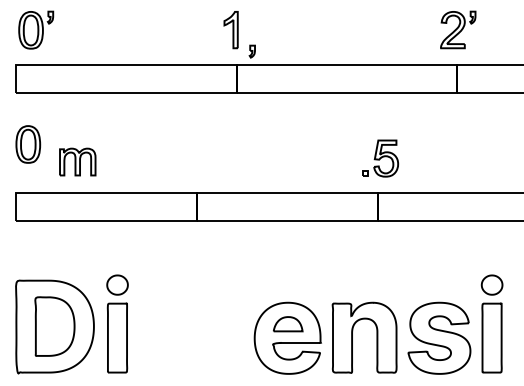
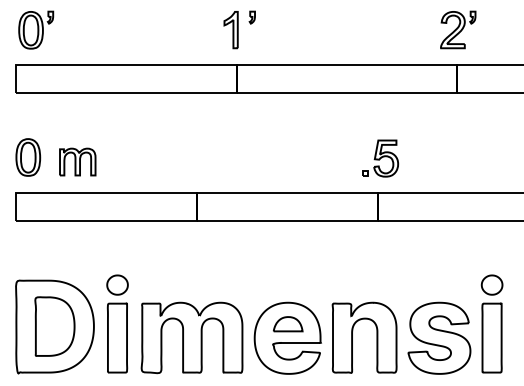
part at (251, 51) position: (251, 51) -> (251, 17)
part at (28, 144) position: (28, 144) -> (28, 157)
part at (191, 337): none -> present
